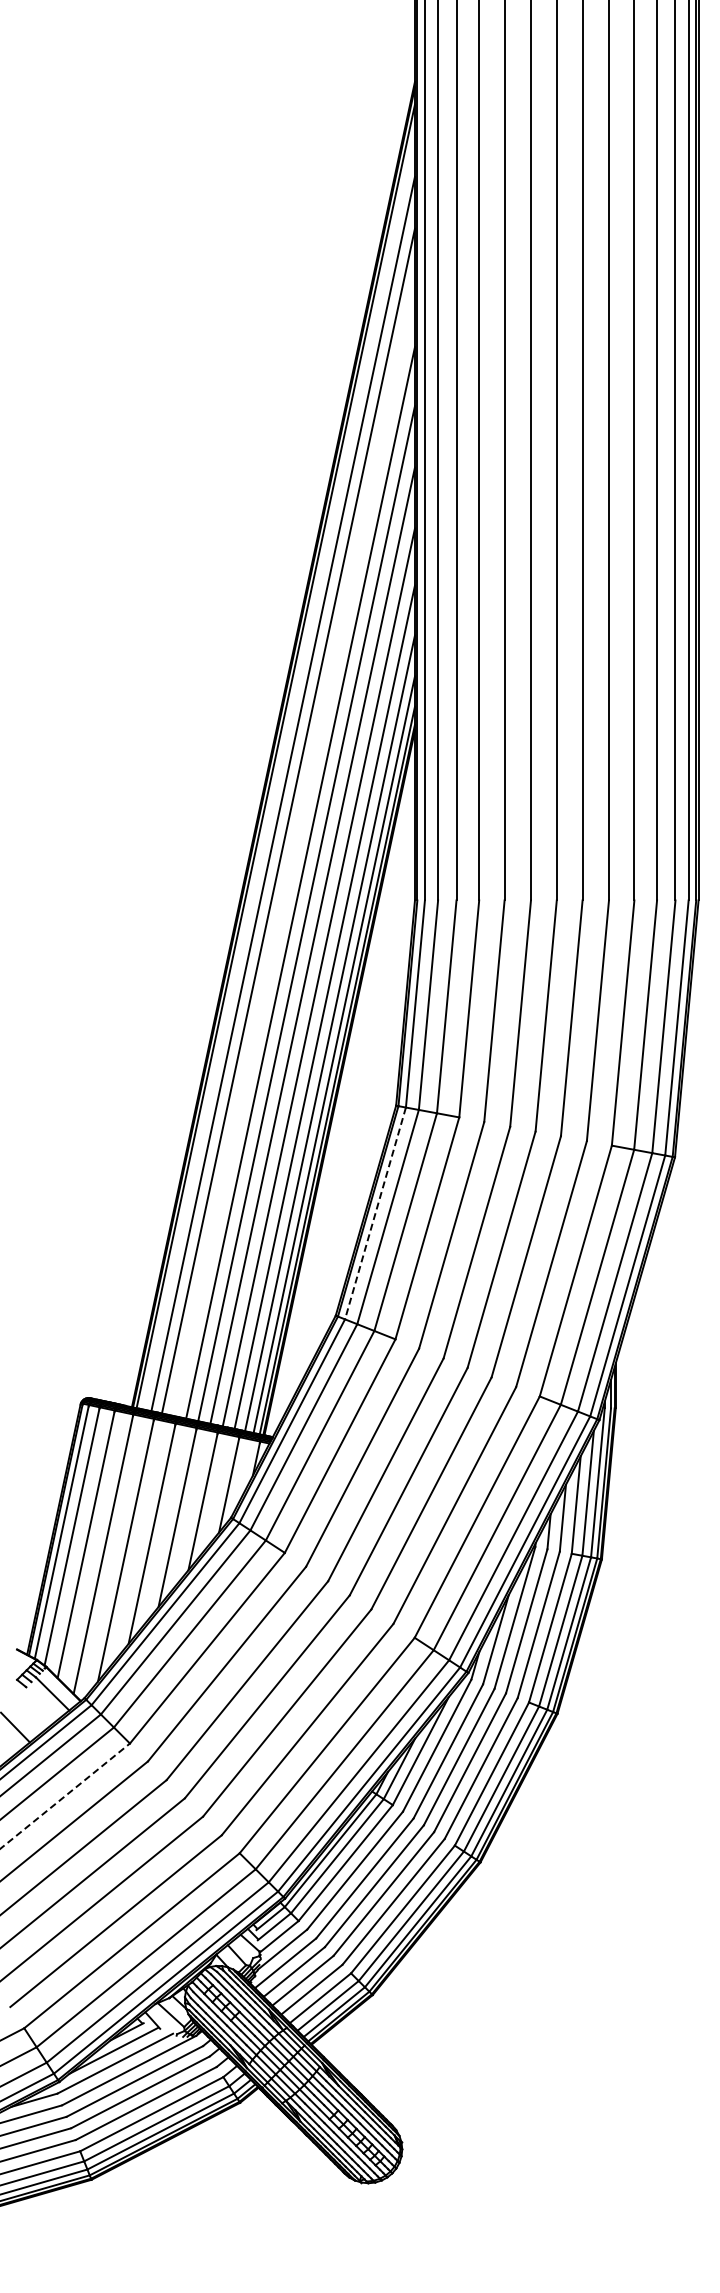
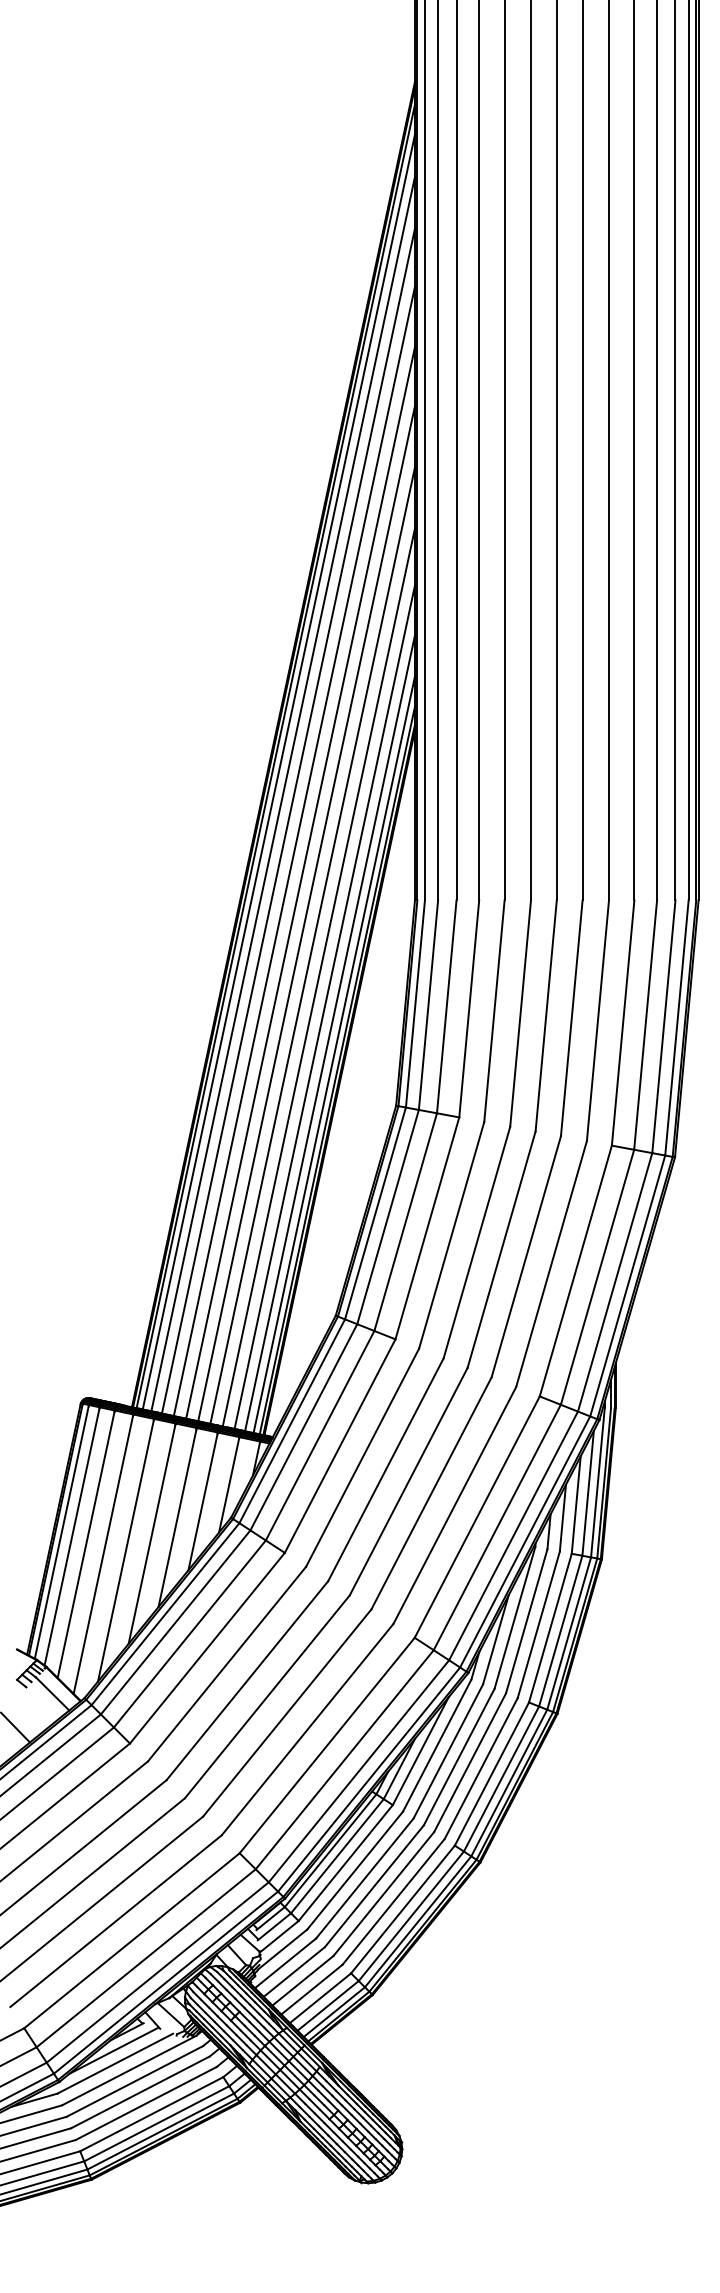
line at (278, 771): none -> present
line at (293, 851): none -> present
line at (375, 1213): dashed -> solid
line at (65, 1795): dashed -> solid
